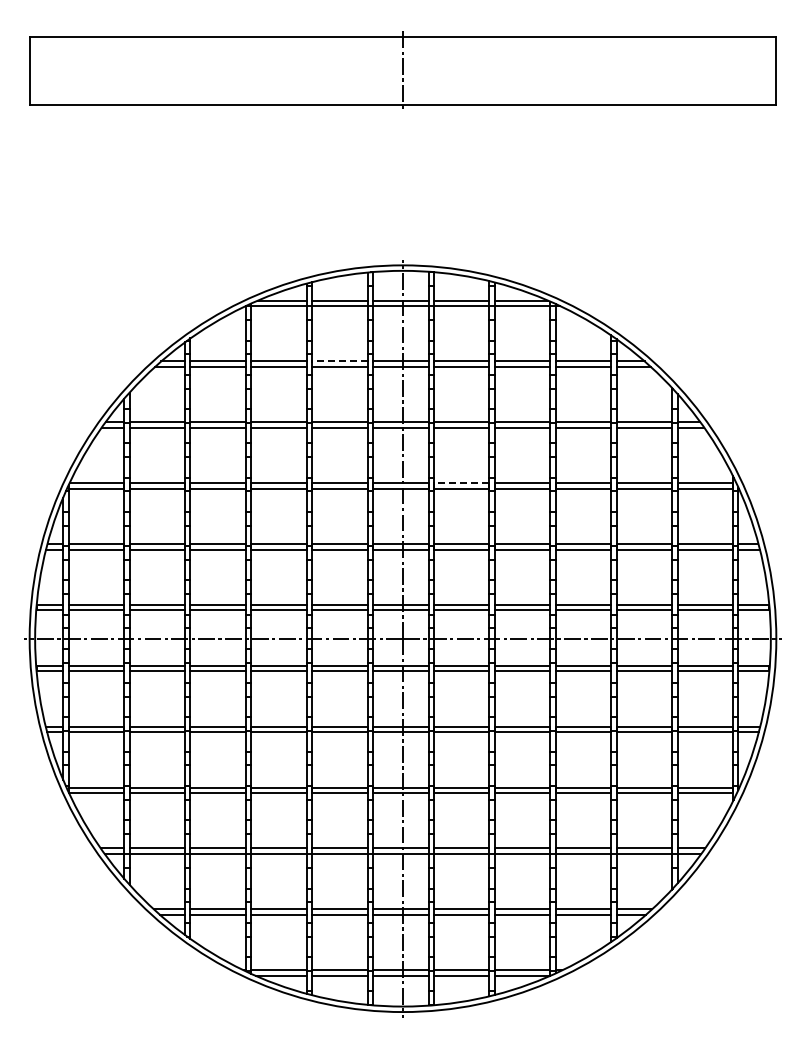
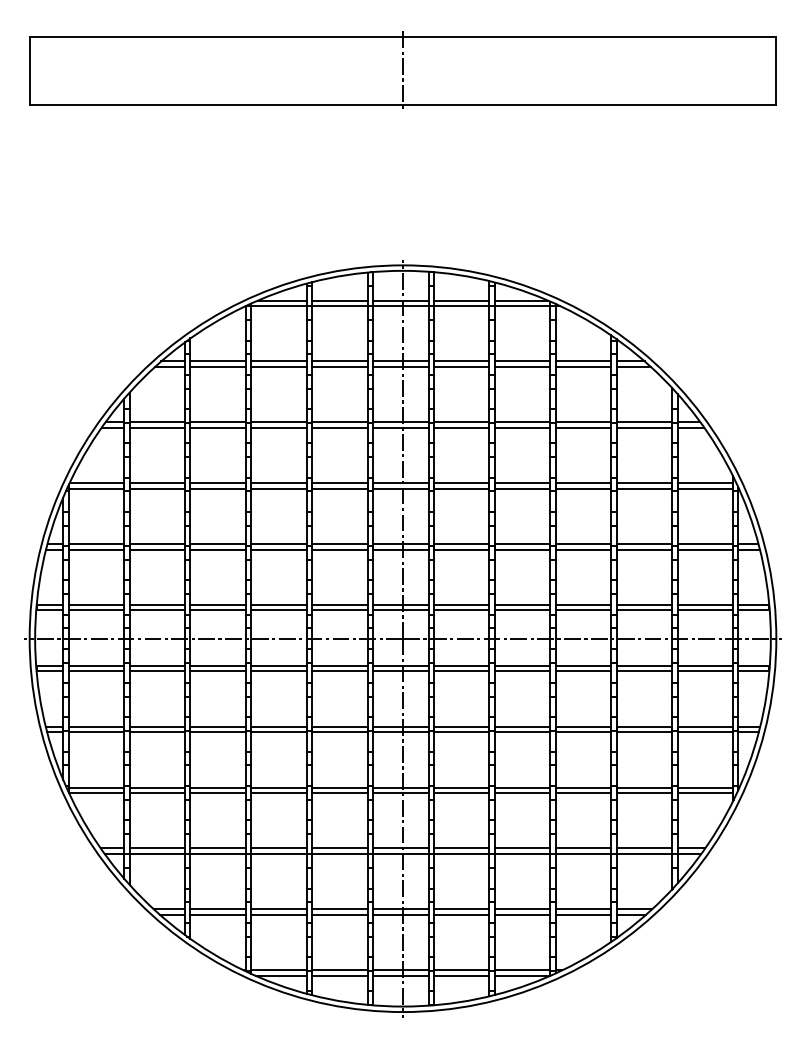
line at (339, 361): dashed -> solid
line at (461, 483): dashed -> solid
